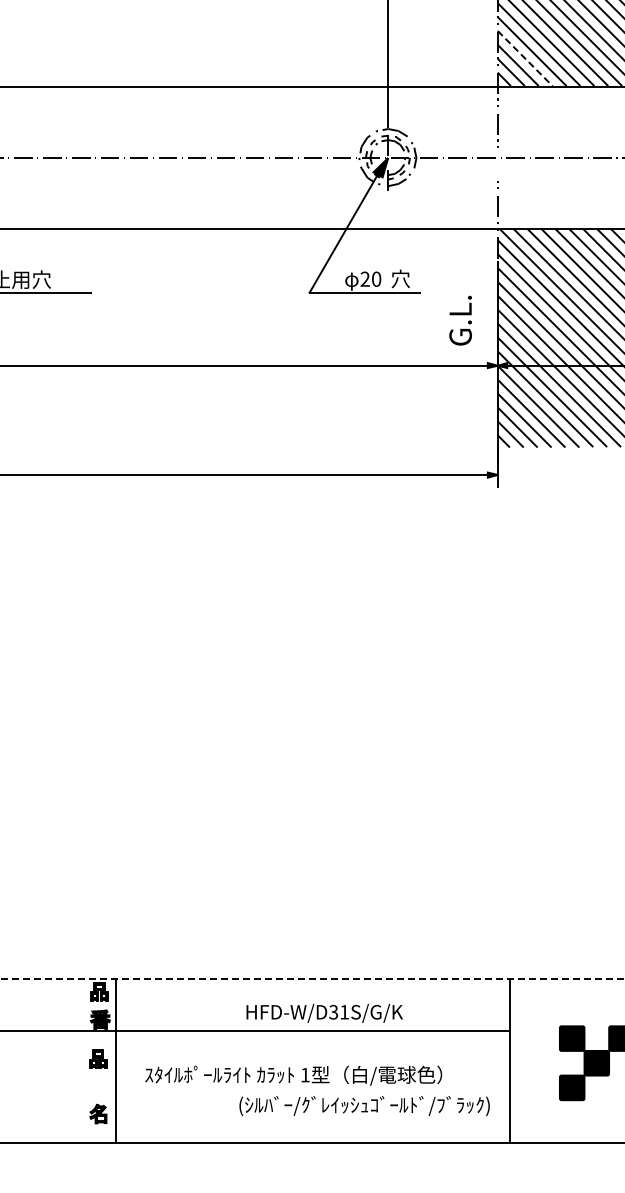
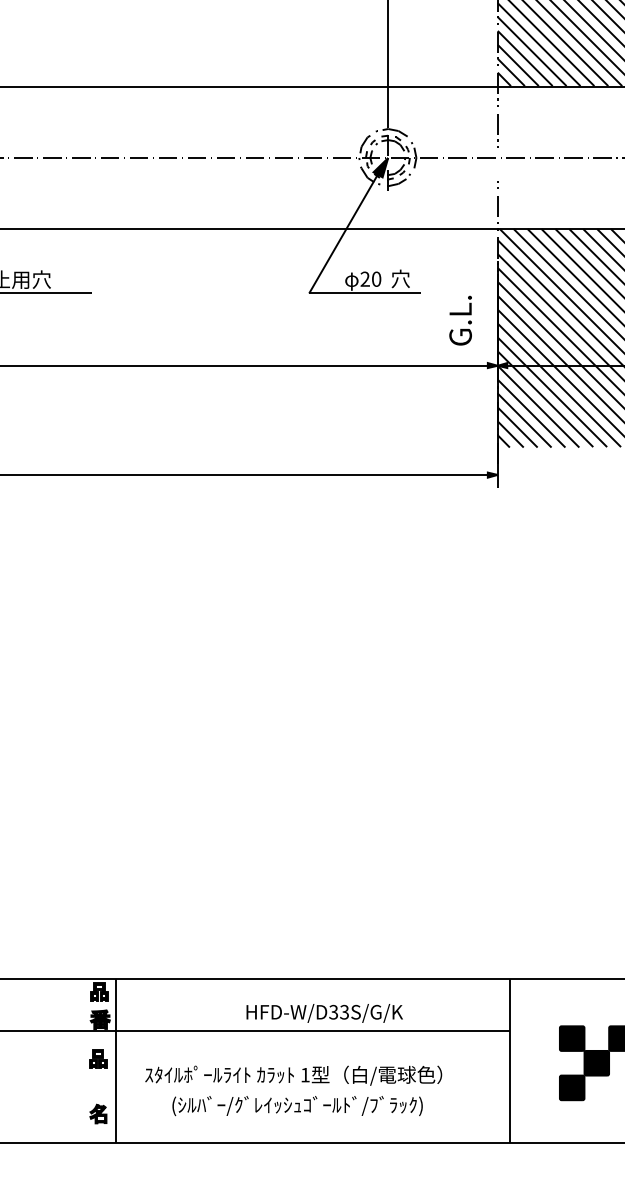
line at (525, 58): dashed -> solid
line at (312, 978): dashed -> solid
text at (344, 1011): HFD-W/D31S/G/K -> HFD-W/D33S/G/K
text at (364, 1106) position: (364, 1106) -> (297, 1106)
